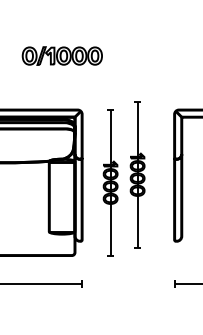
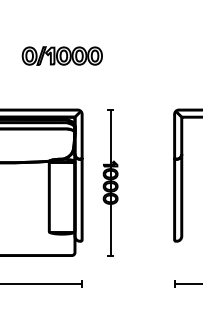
part at (137, 174): present -> none
